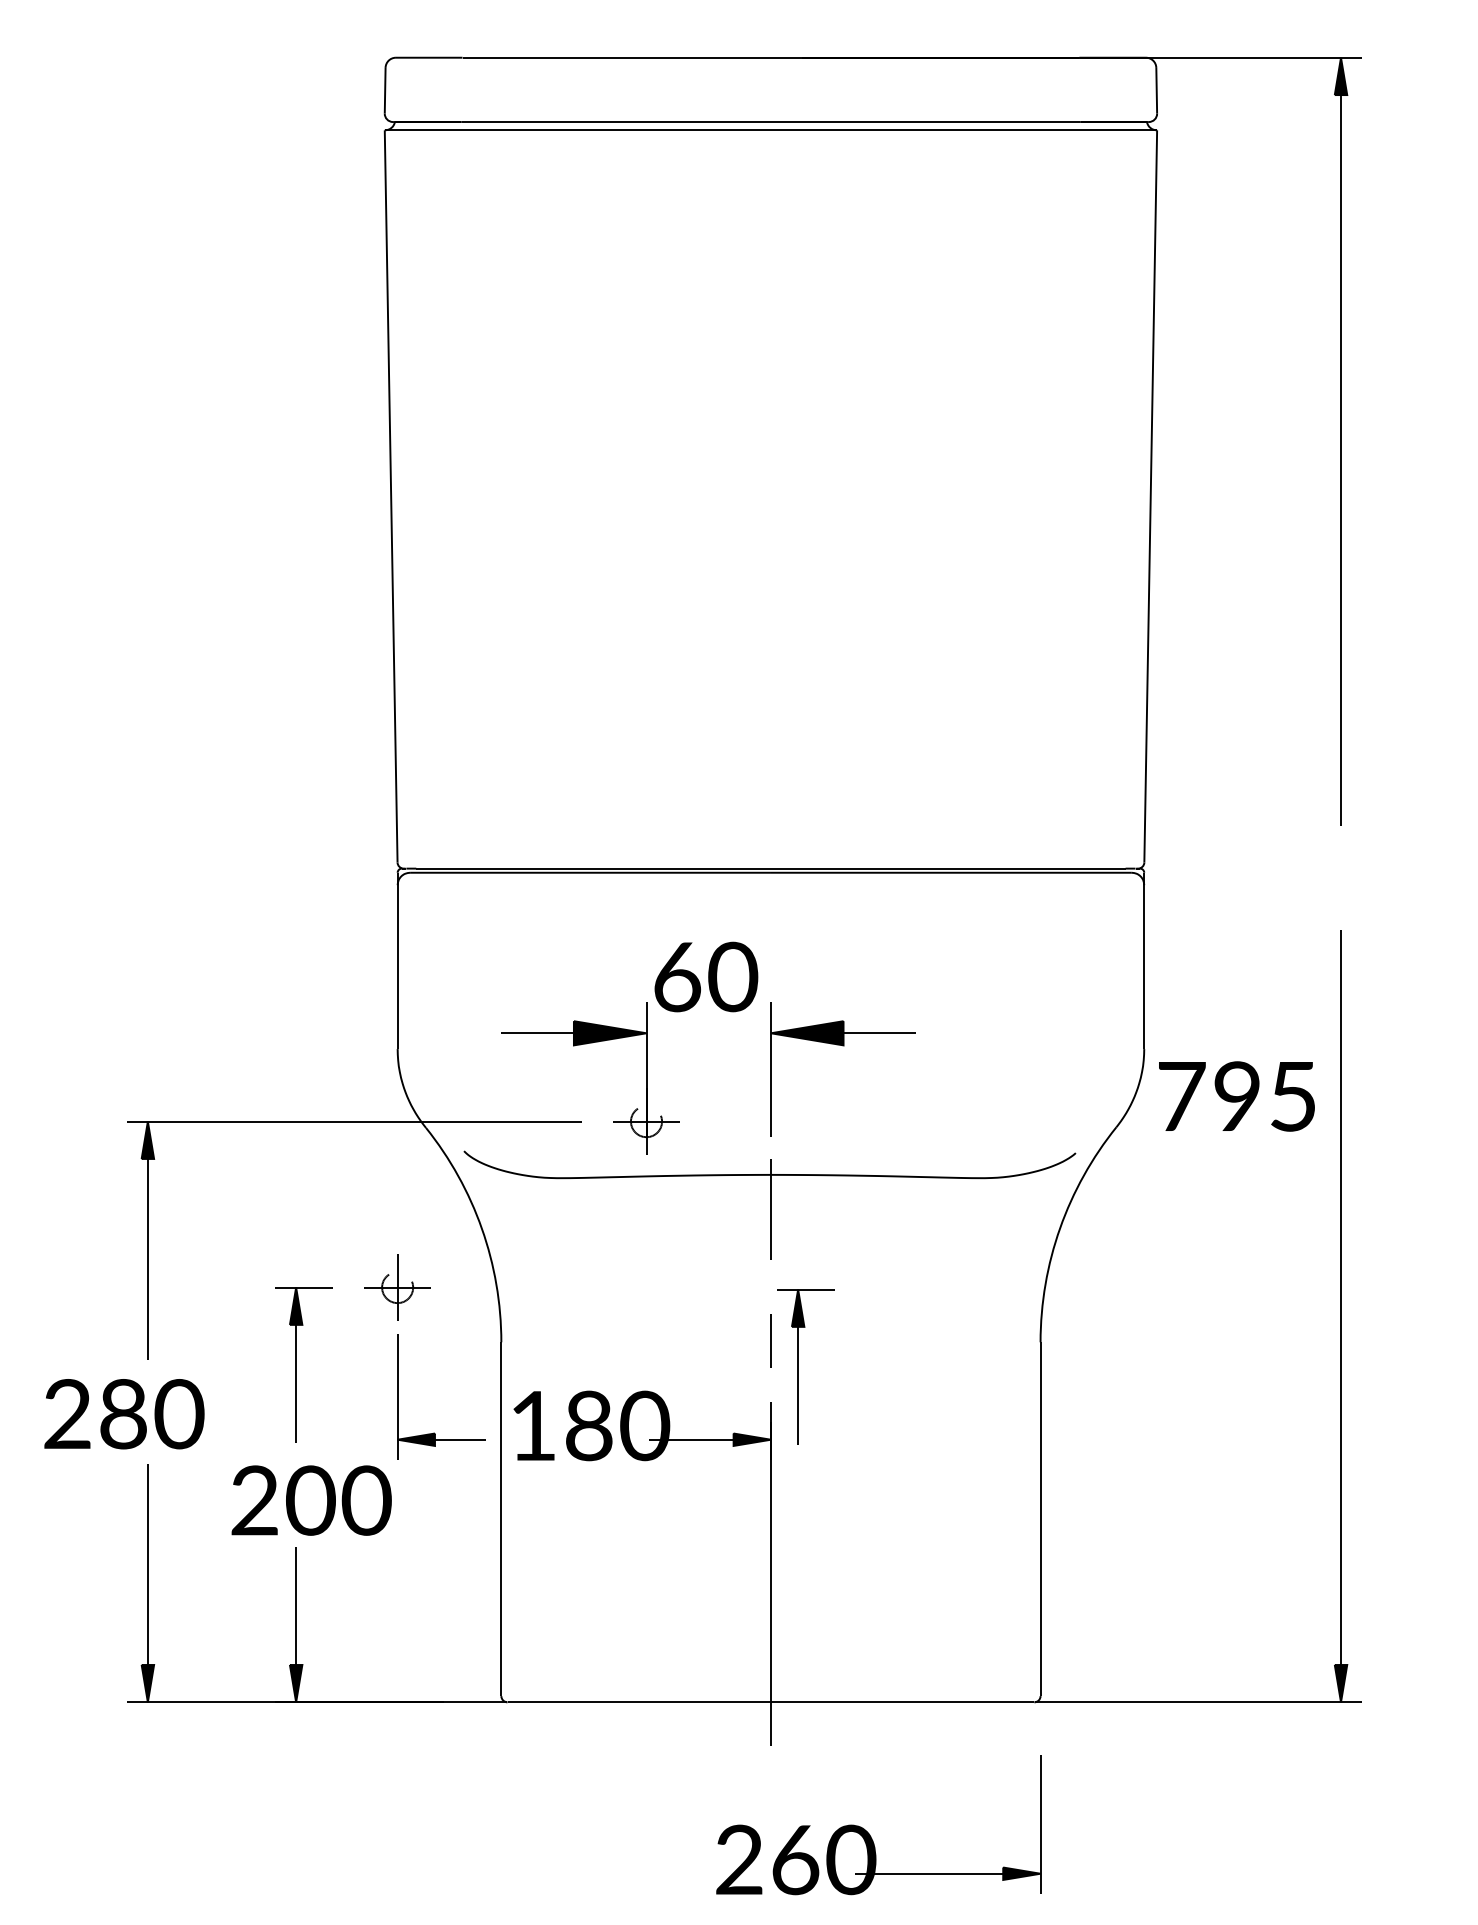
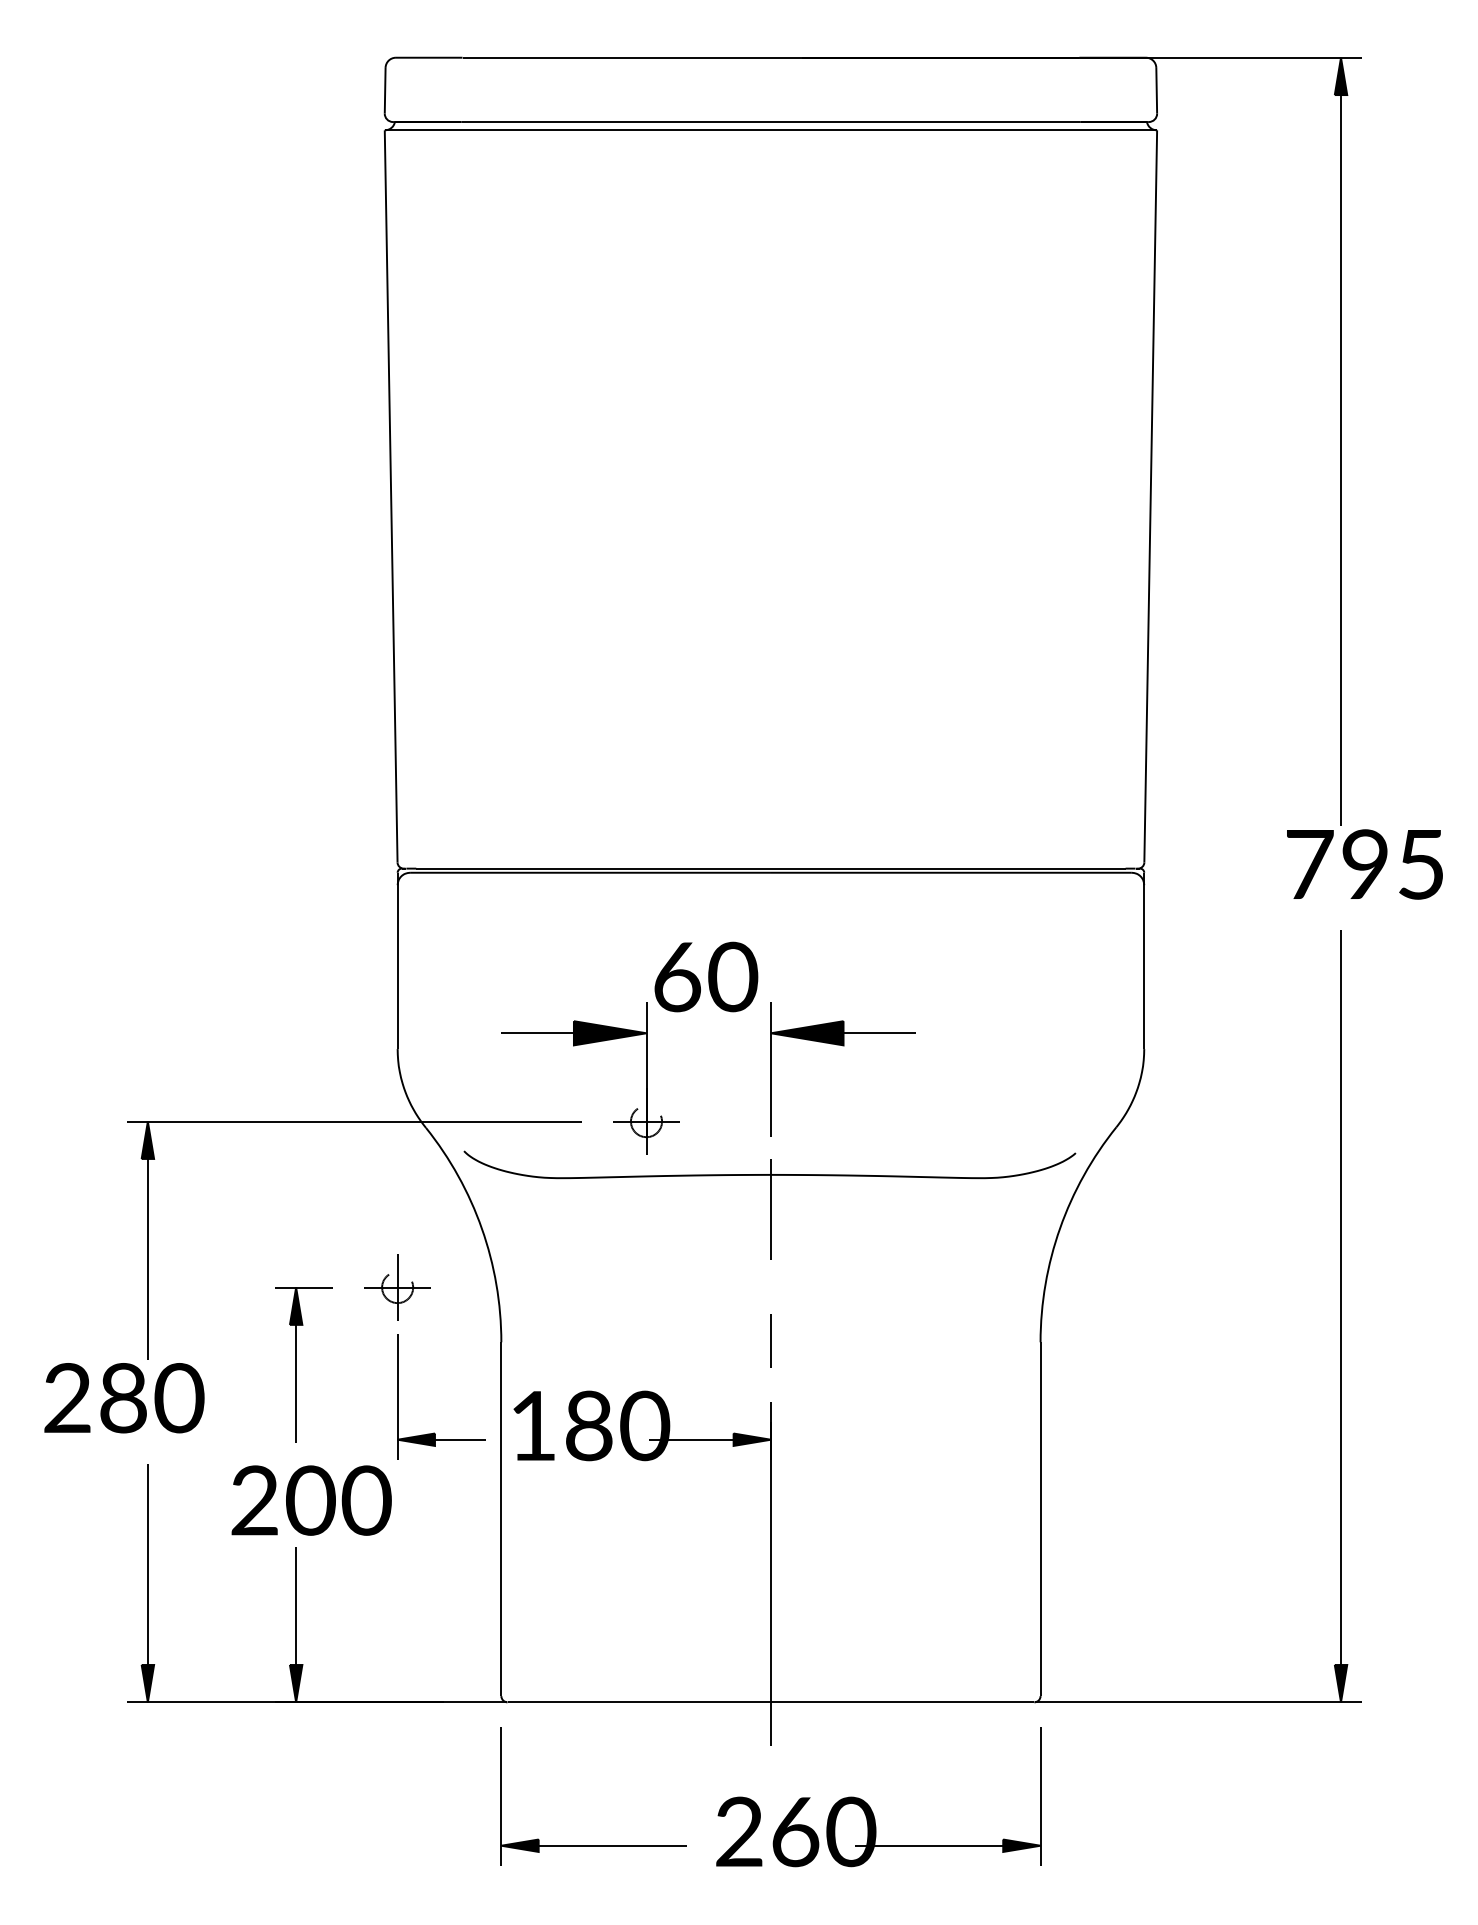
text at (1236, 1096) position: (1236, 1096) -> (1364, 864)
part at (798, 1366): present -> none
text at (124, 1414) position: (124, 1414) -> (124, 1398)
part at (869, 1833) position: (869, 1833) -> (869, 1805)
part at (593, 1845): none -> present
